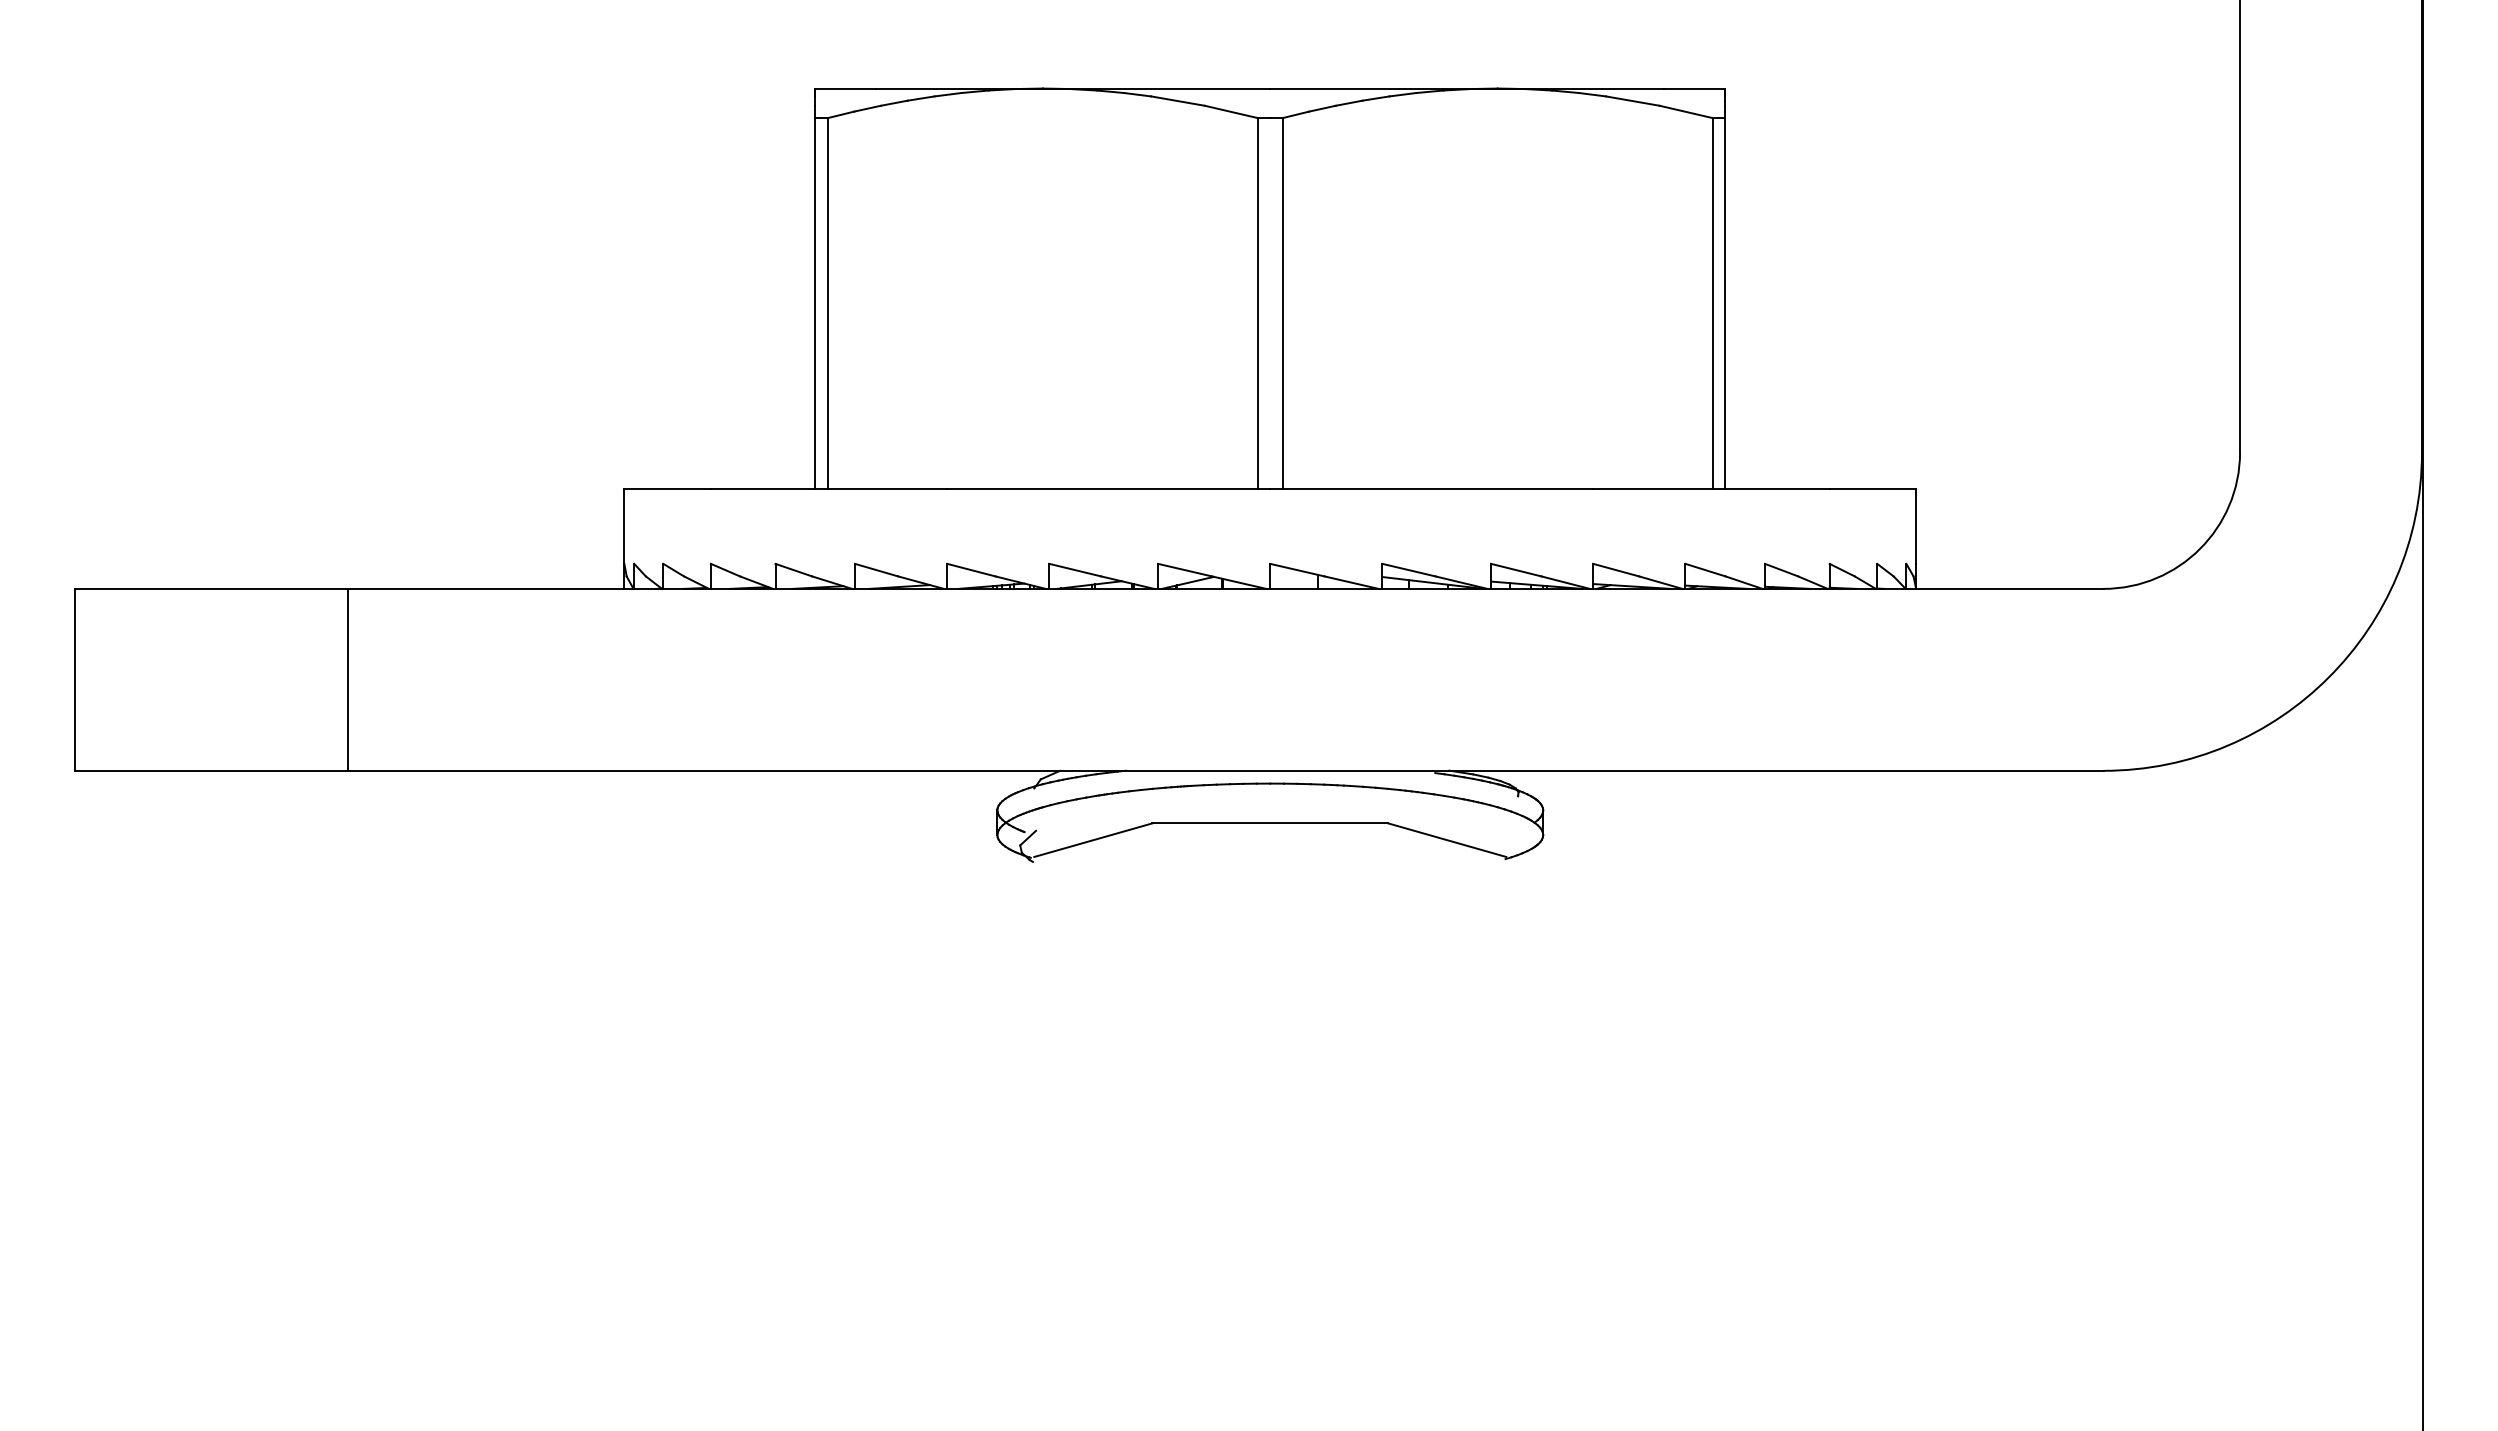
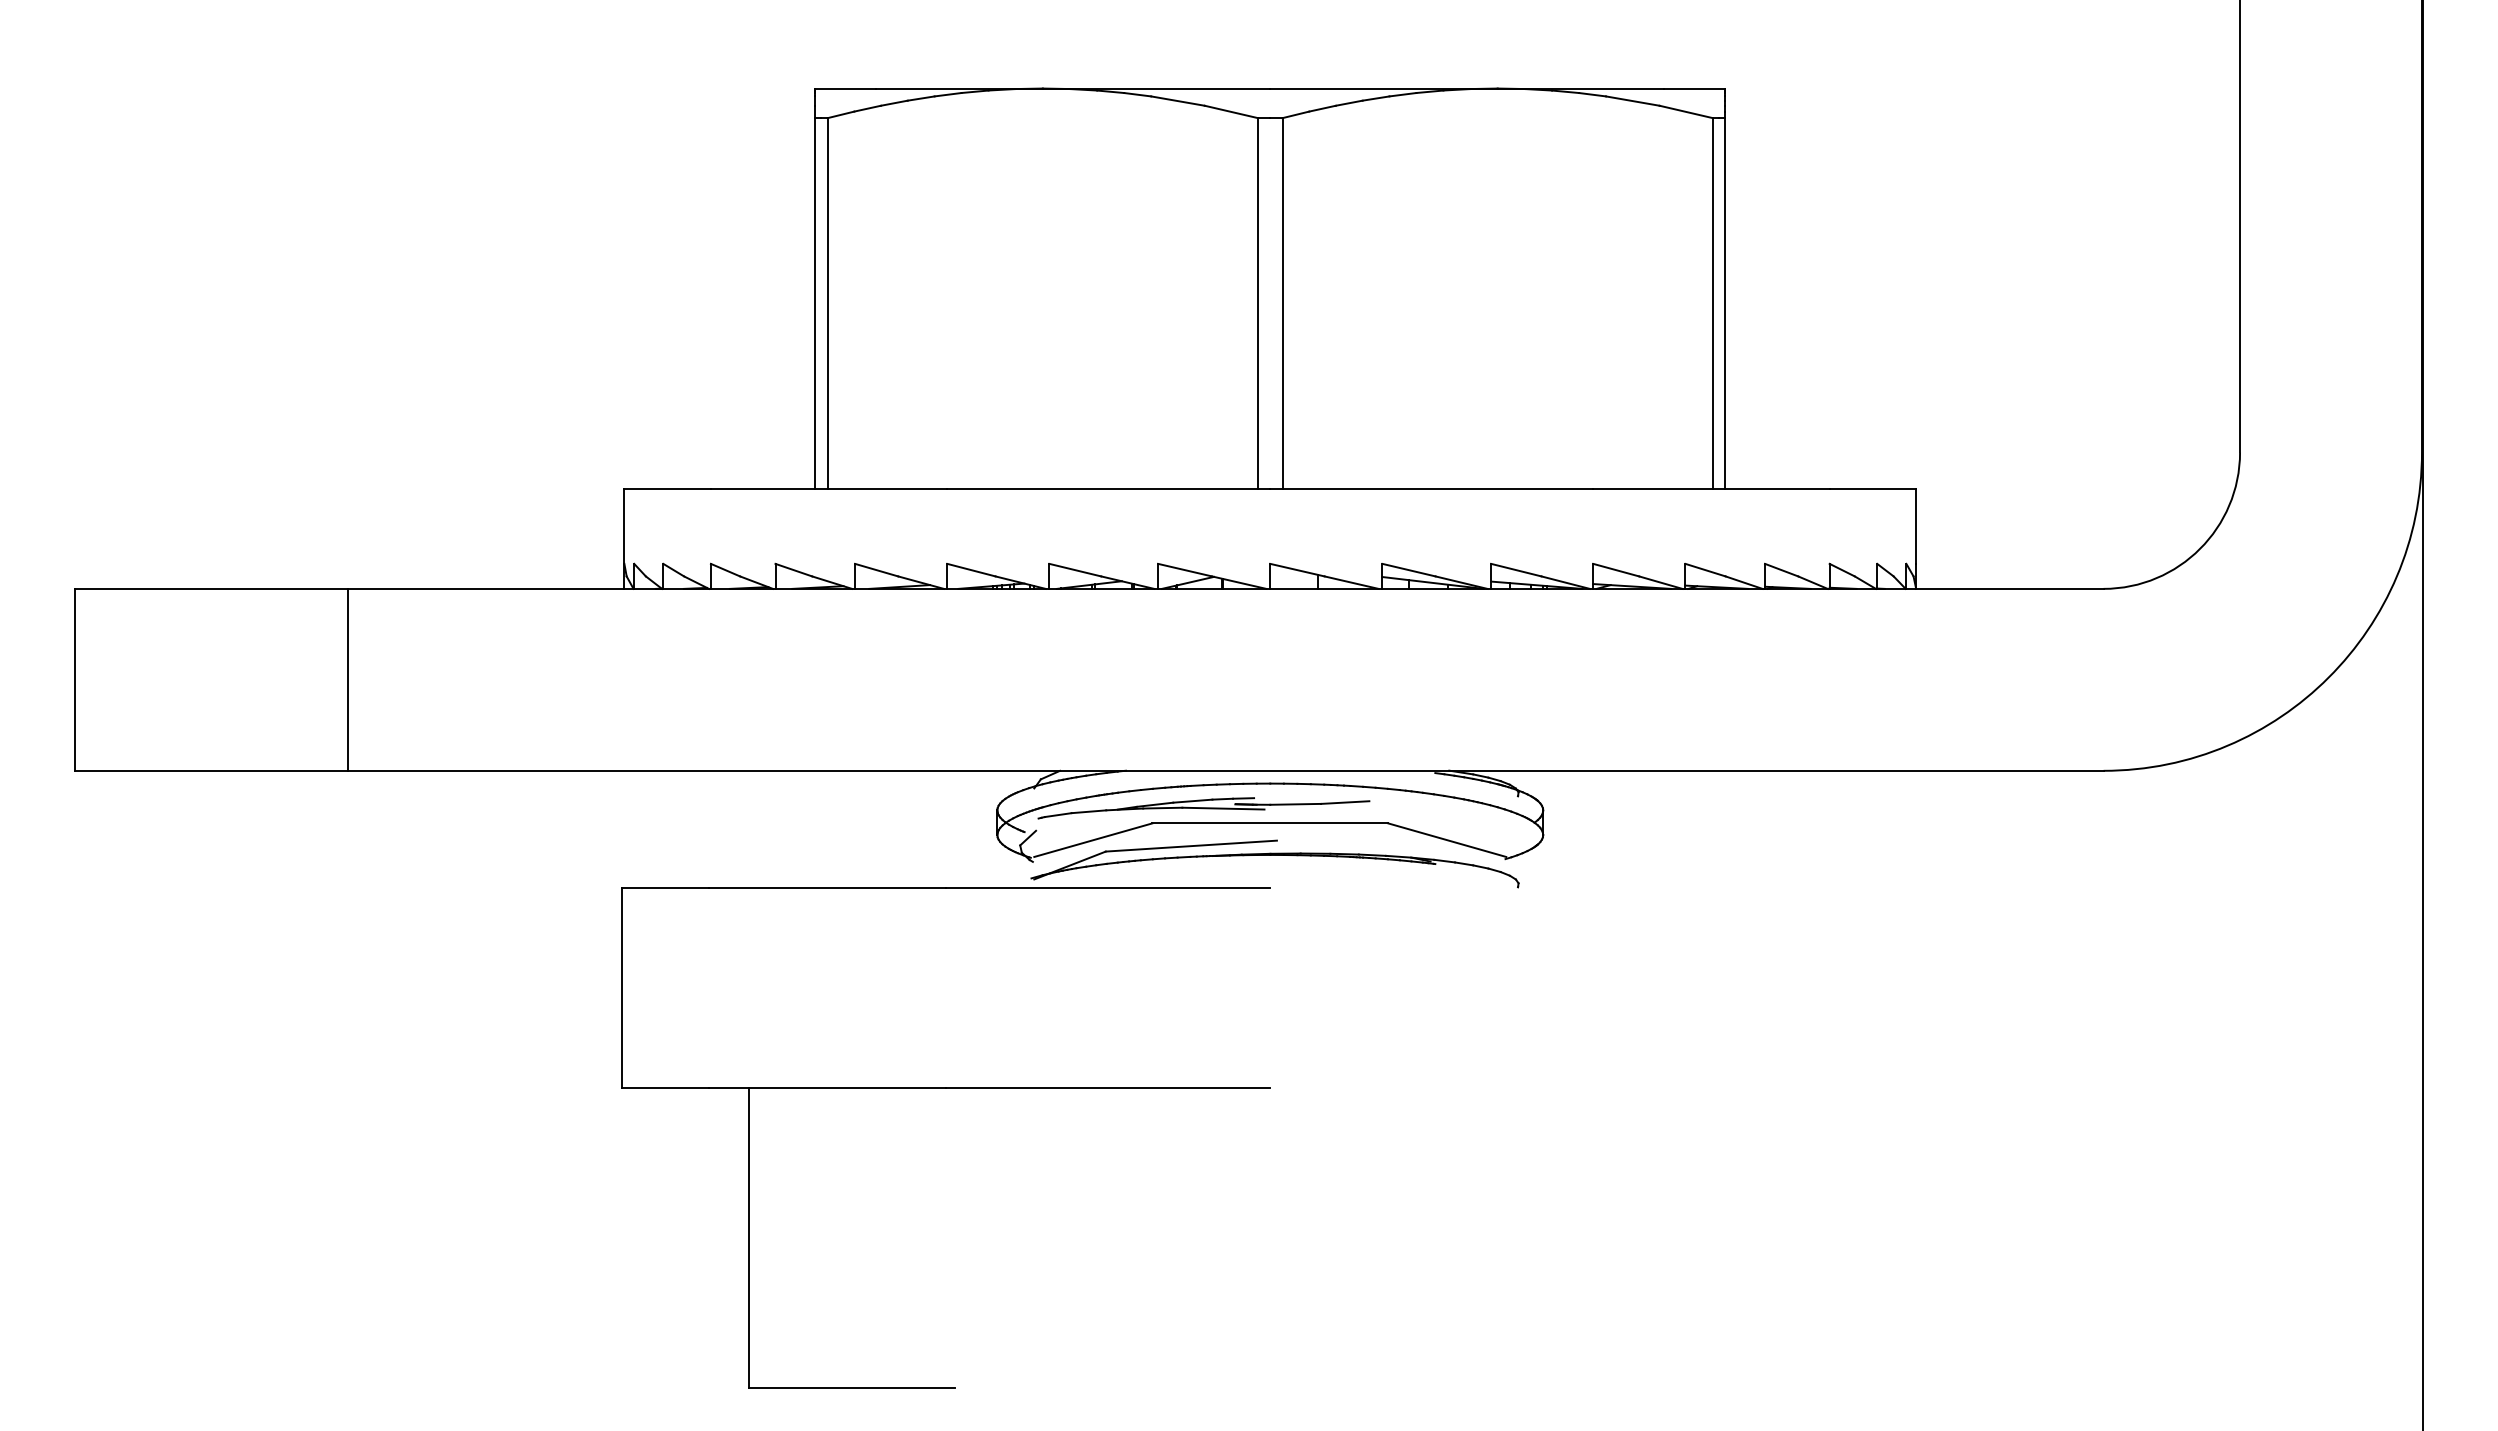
part at (1203, 808): none -> present
part at (1070, 1088): none -> present
